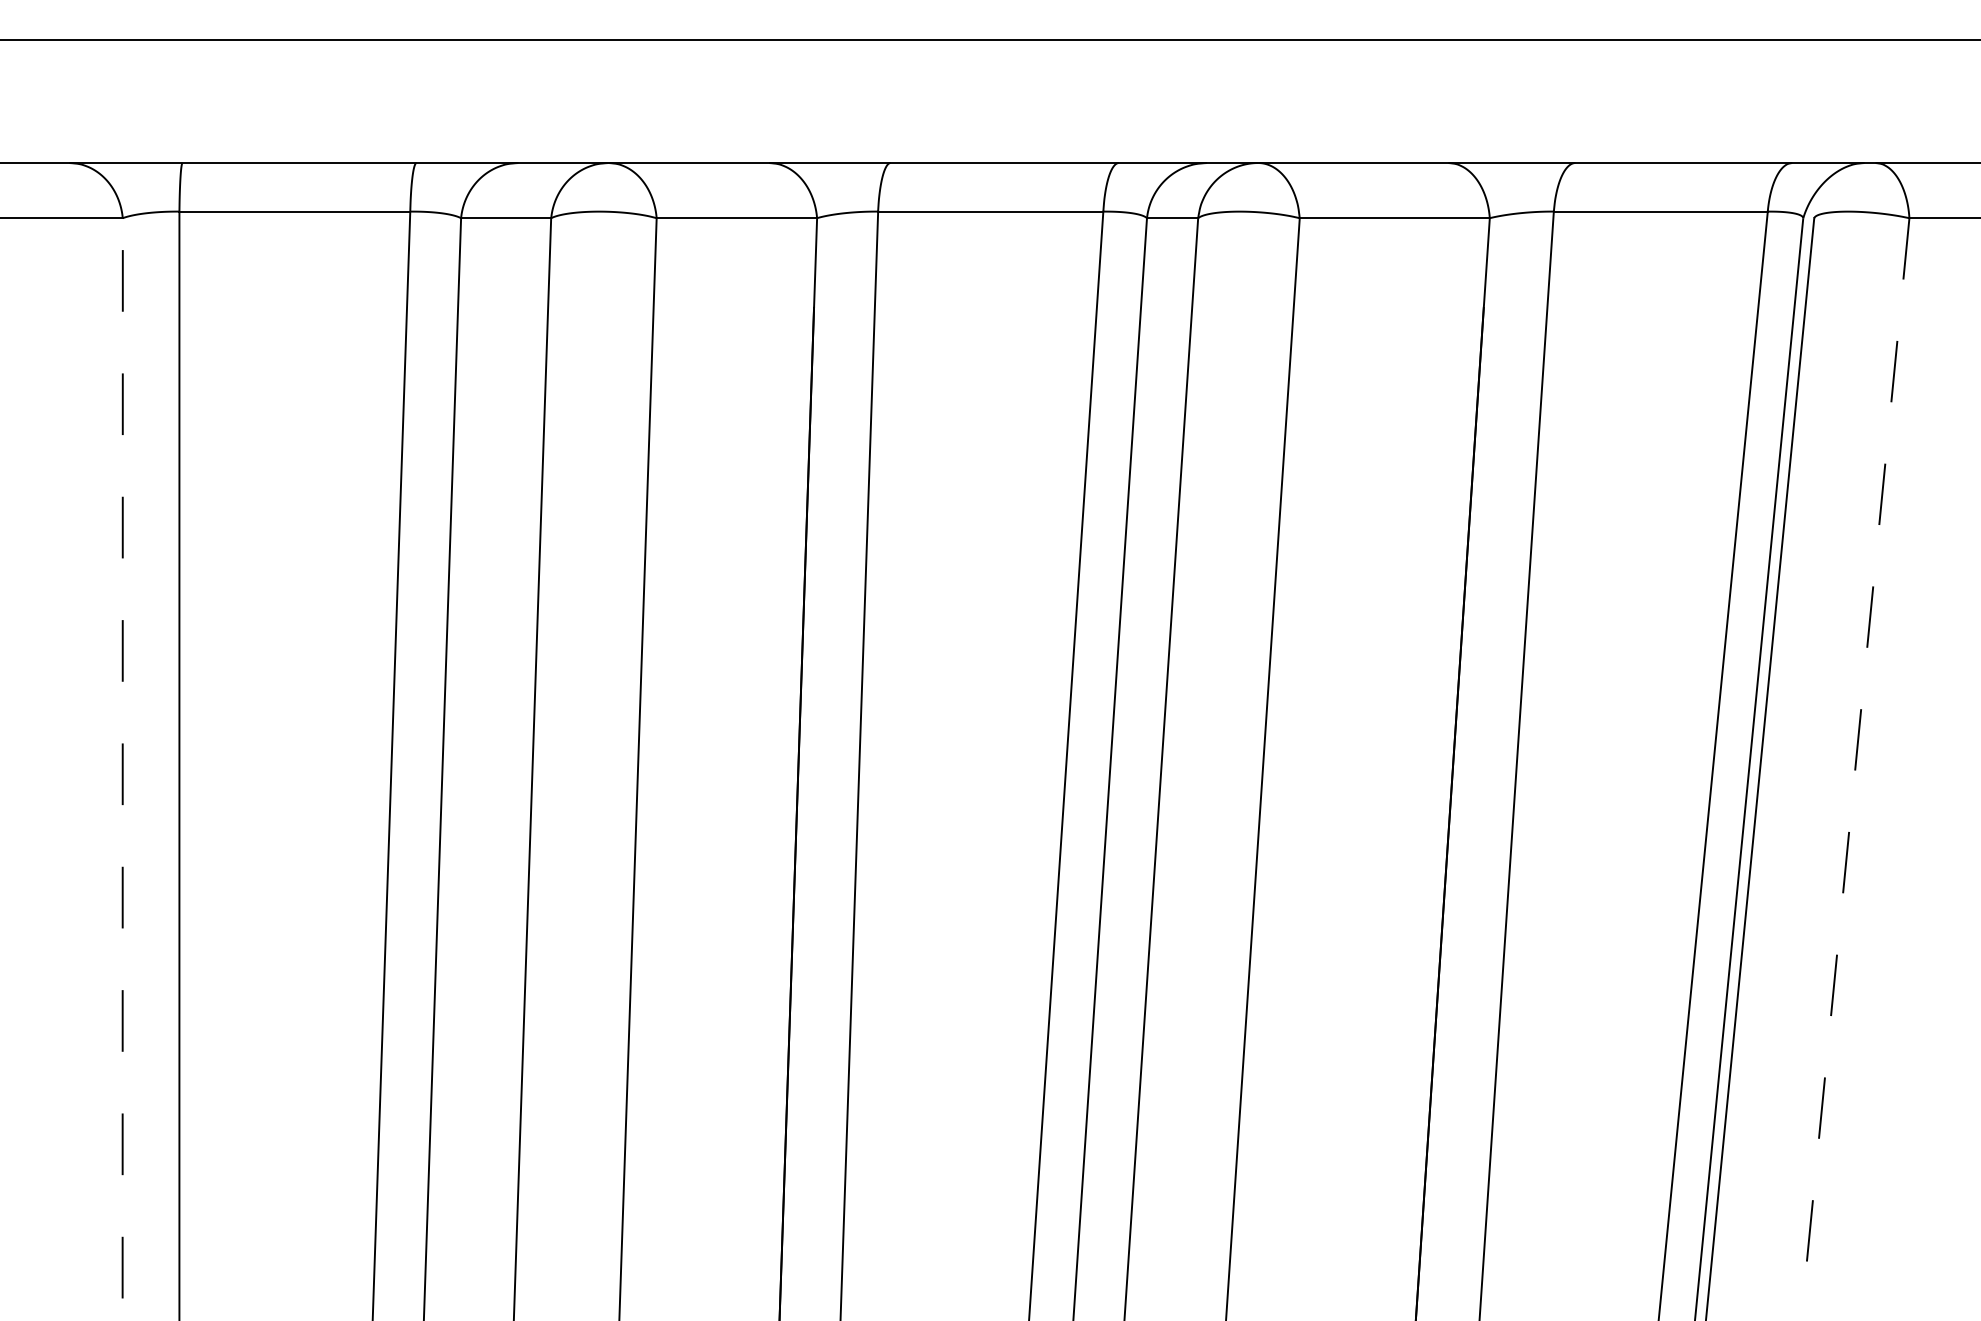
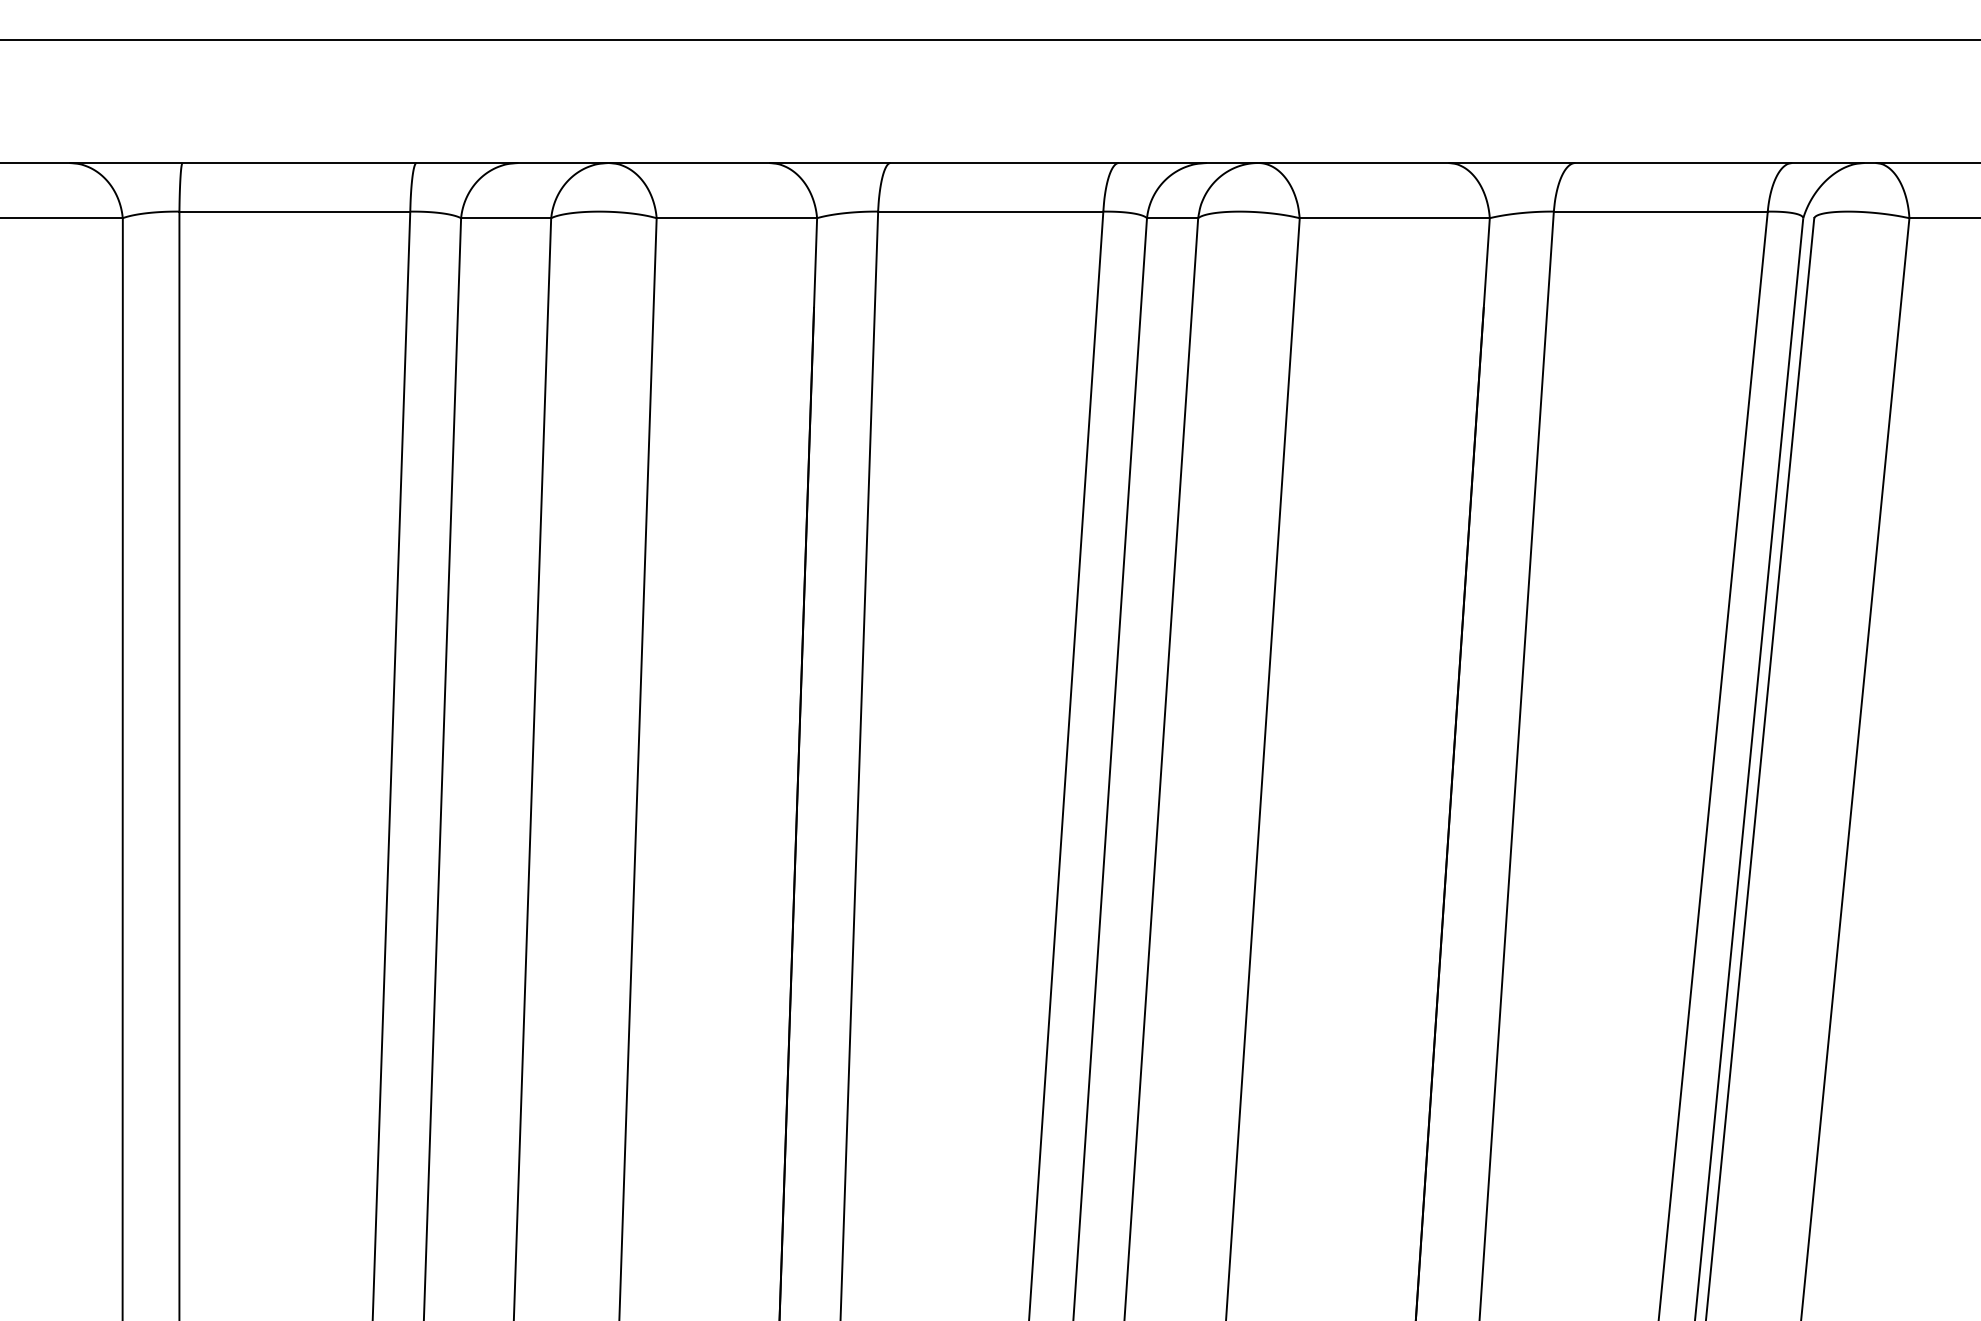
line at (122, 769): dashed -> solid
line at (1855, 769): dashed -> solid
